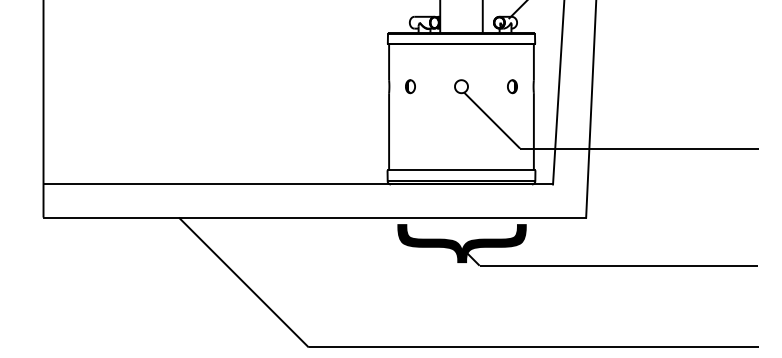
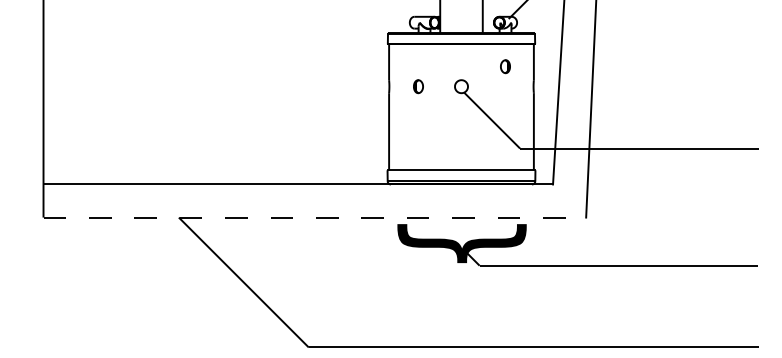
part at (410, 86) position: (410, 86) -> (418, 86)
part at (512, 86) position: (512, 86) -> (505, 66)
line at (315, 217): solid -> dashed
